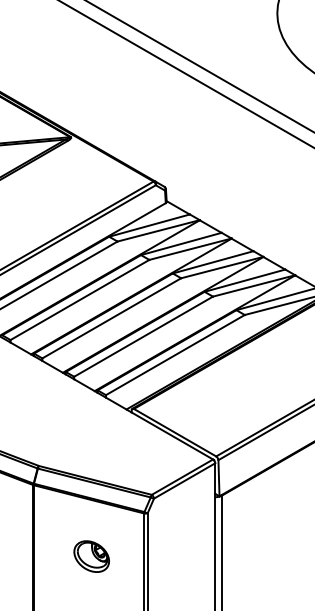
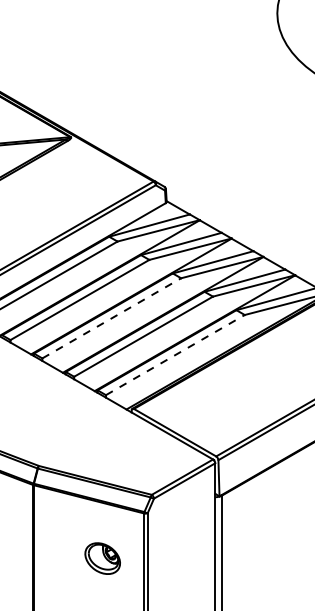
line at (199, 66): present -> none
line at (186, 74): present -> none
line at (112, 318): solid -> dashed
line at (175, 354): solid -> dashed
part at (91, 556) position: (91, 556) -> (102, 558)
